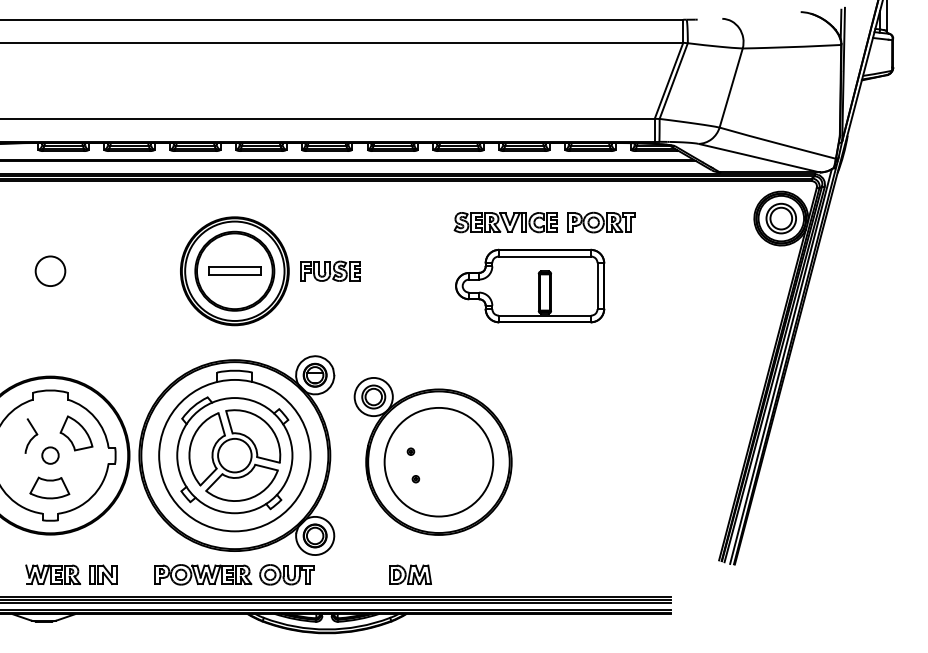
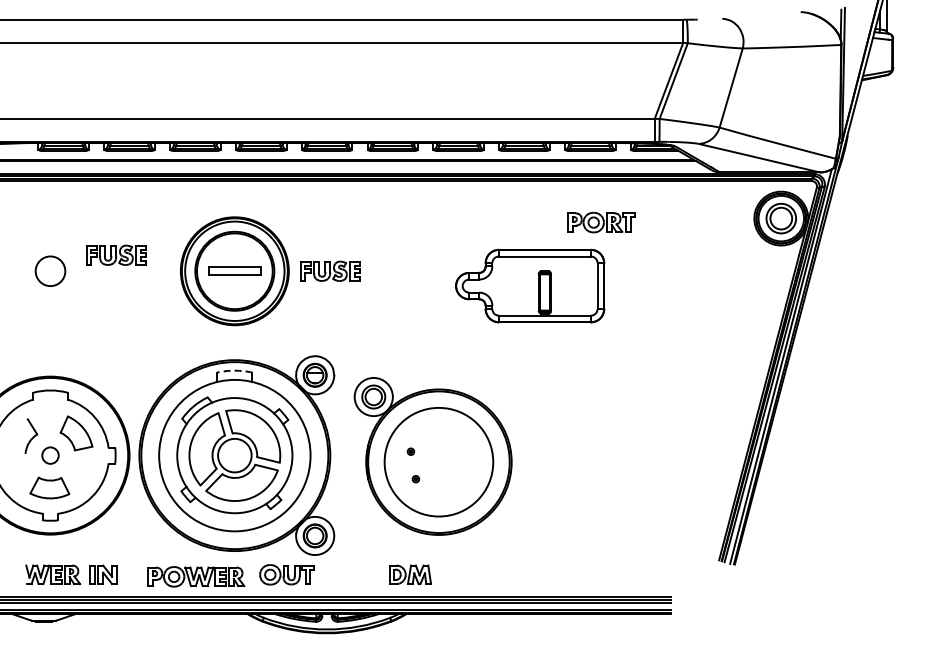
part at (505, 222): present -> none
part at (116, 254): none -> present
arc at (234, 370): solid -> dashed
part at (203, 574) position: (203, 574) -> (196, 576)
